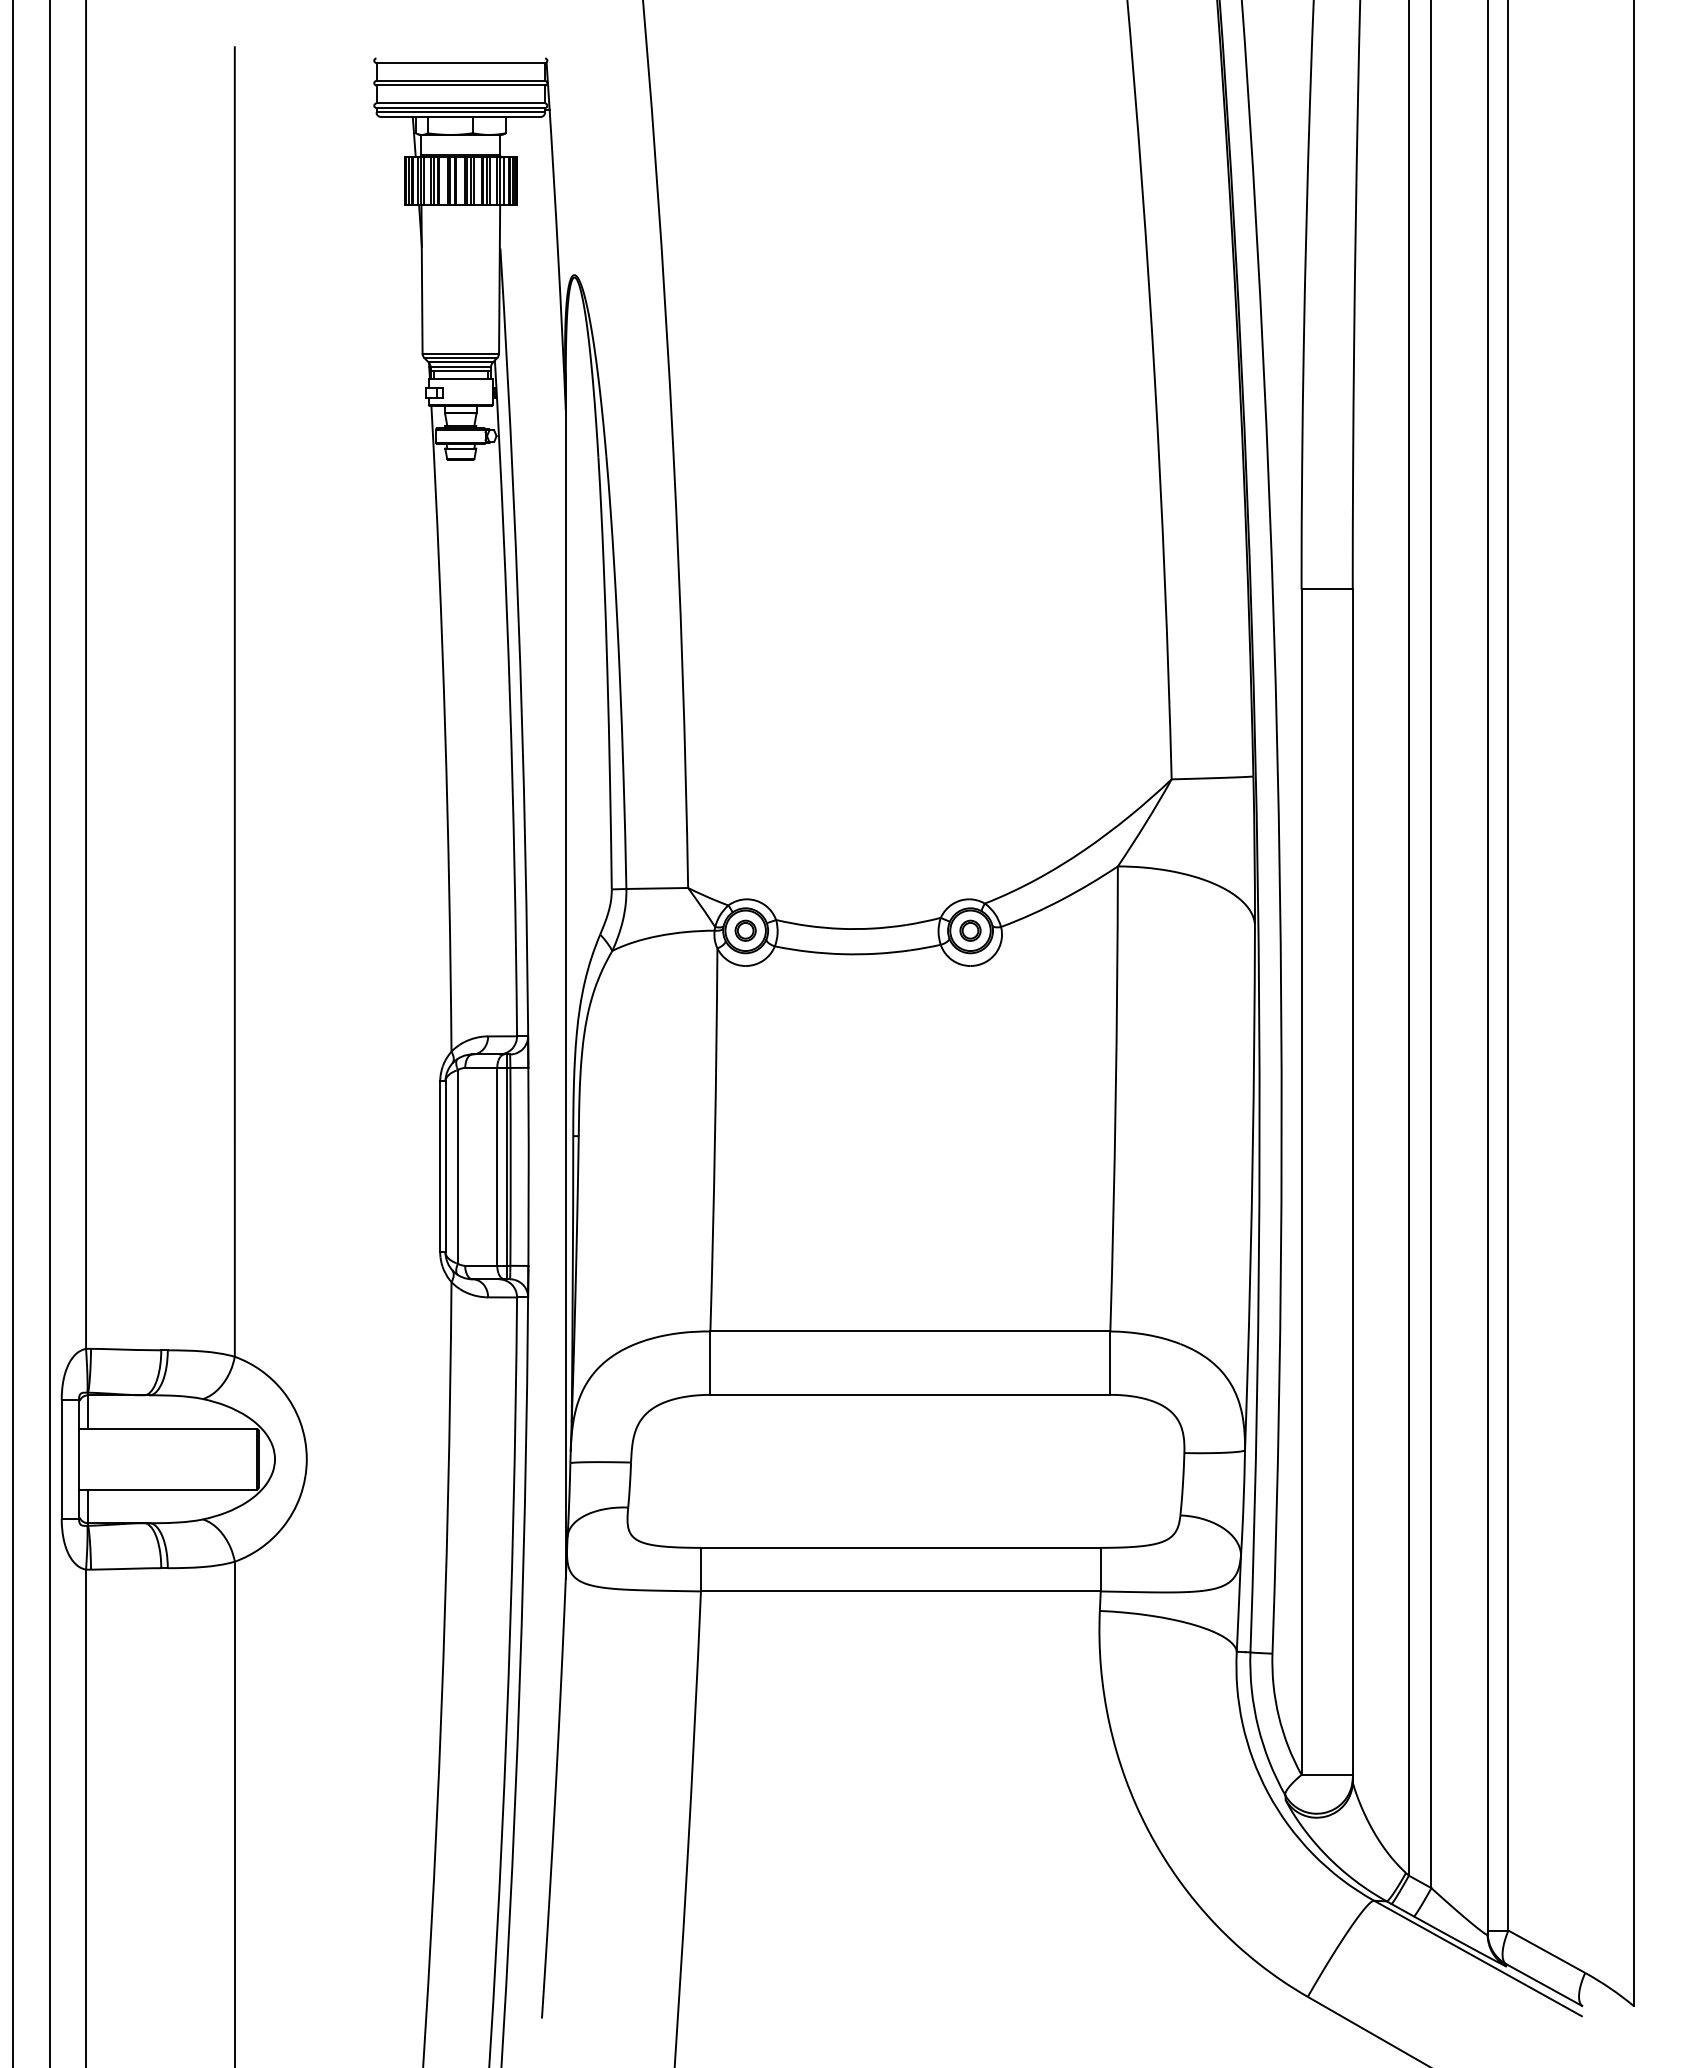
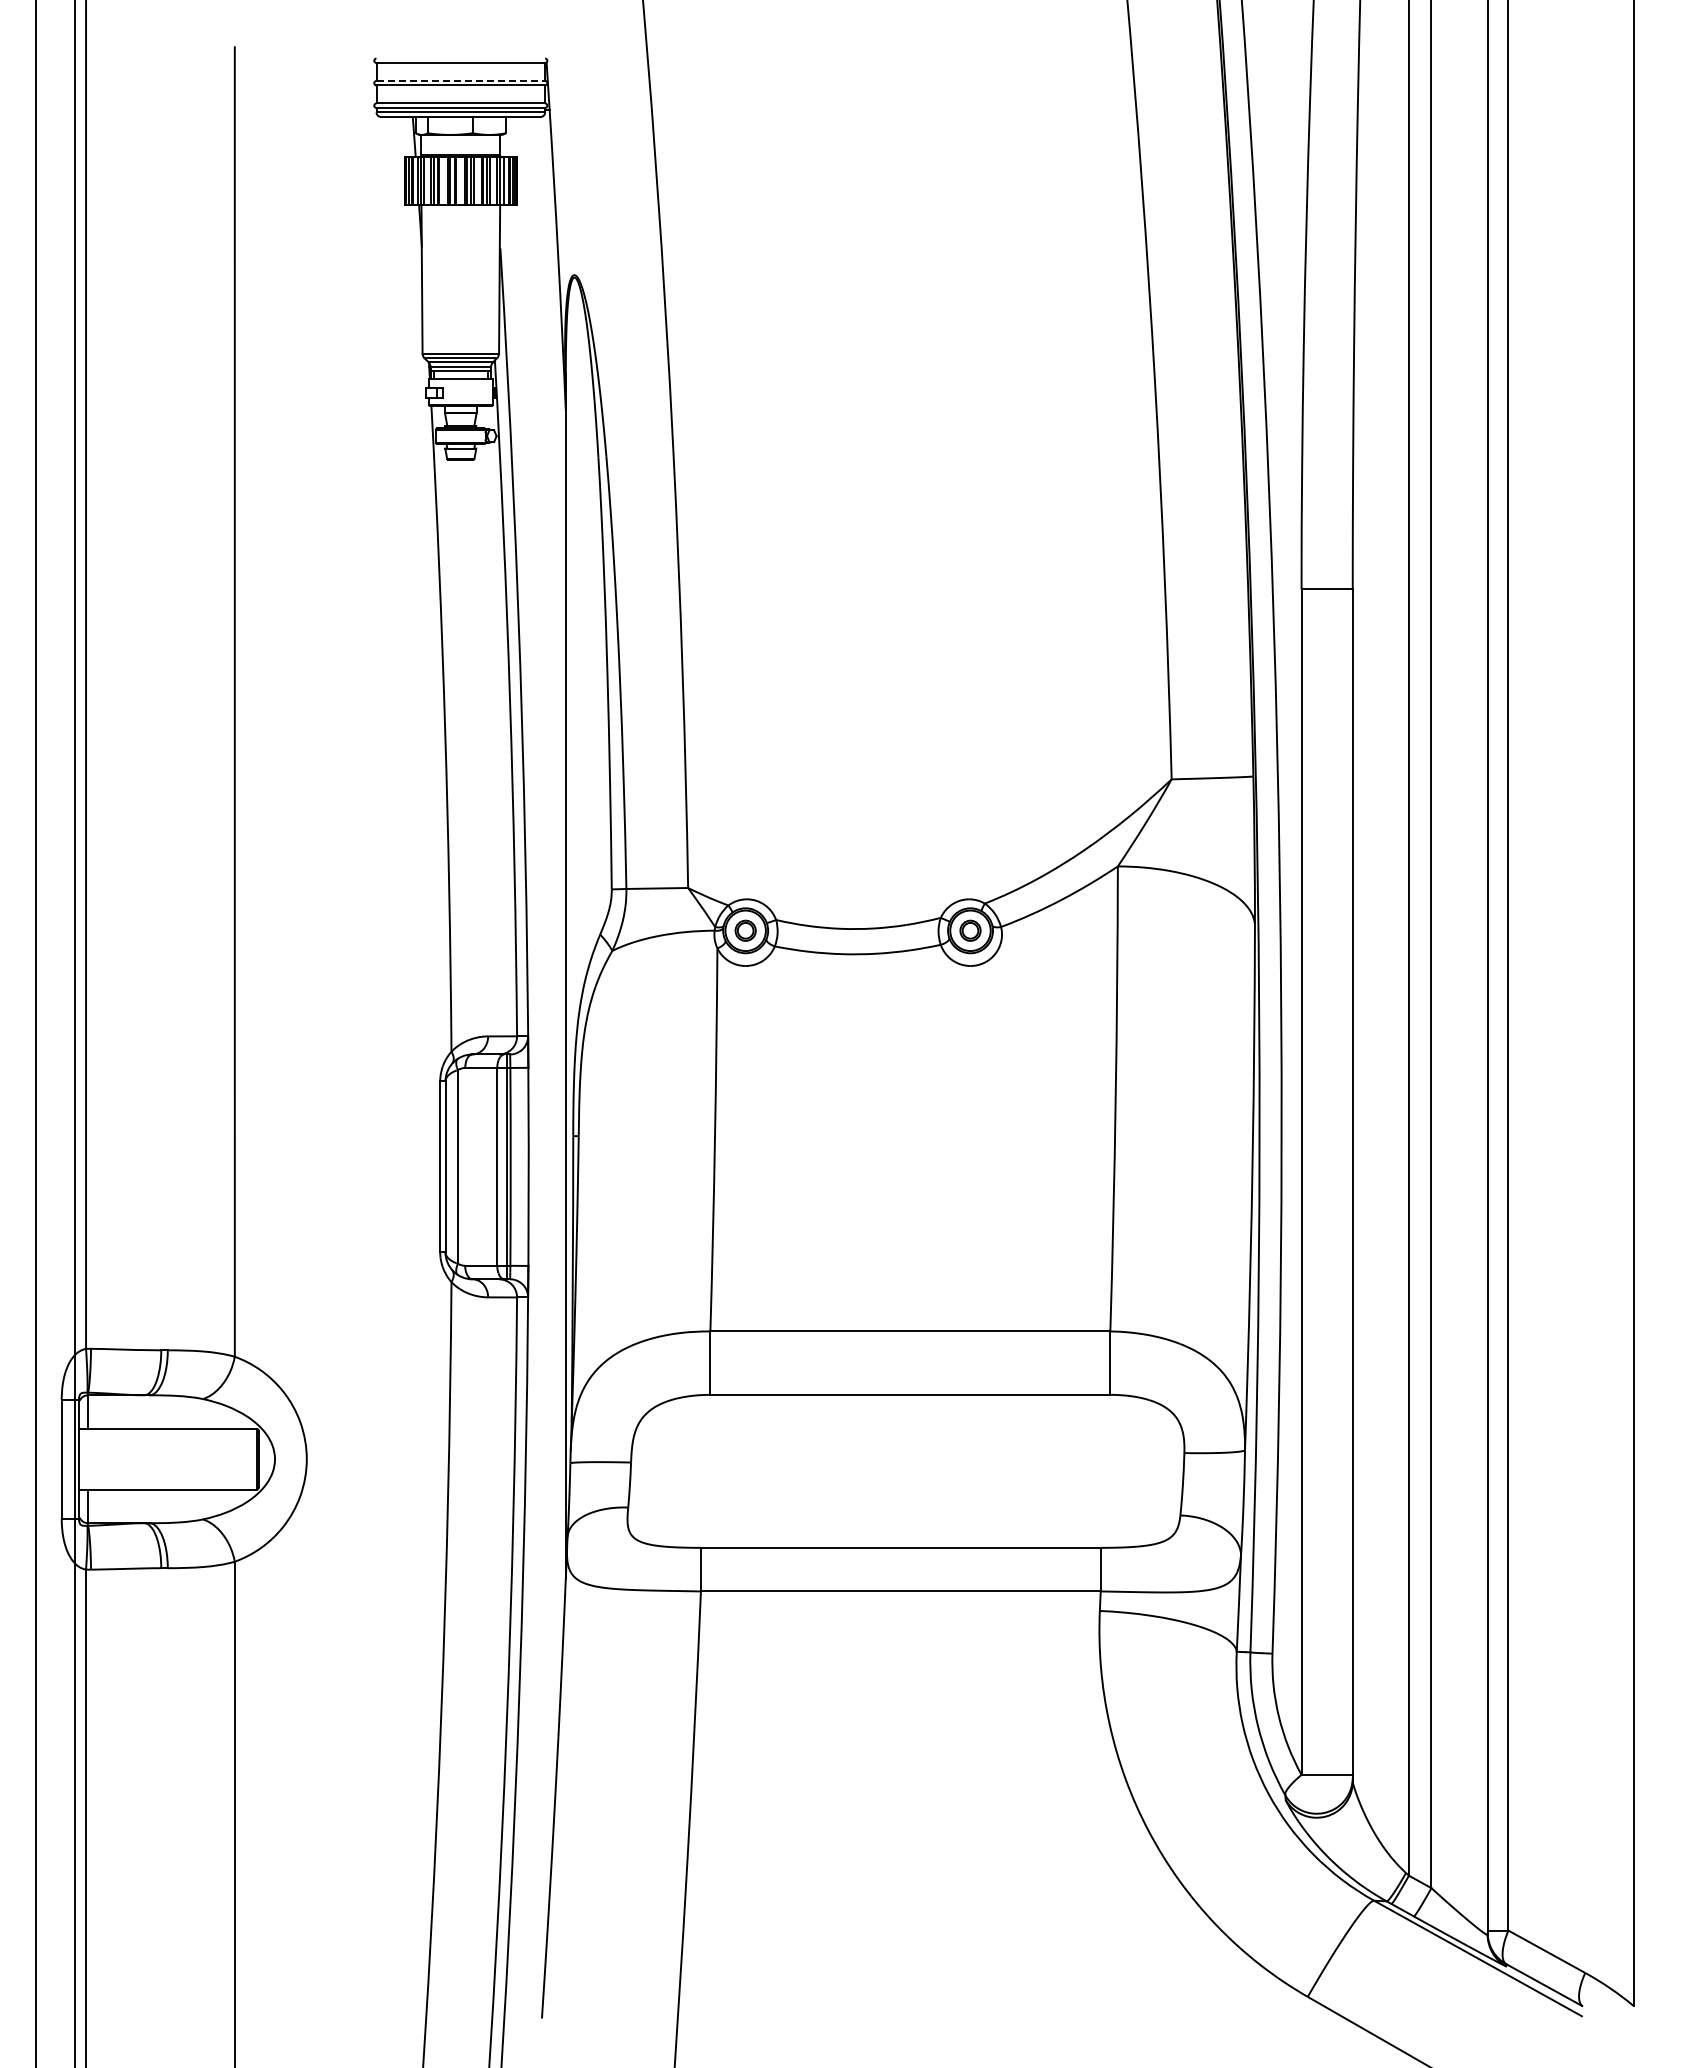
line at (461, 80): solid -> dashed
line at (12, 1033) position: (12, 1033) -> (35, 1033)
line at (50, 1033) position: (50, 1033) -> (75, 1033)
